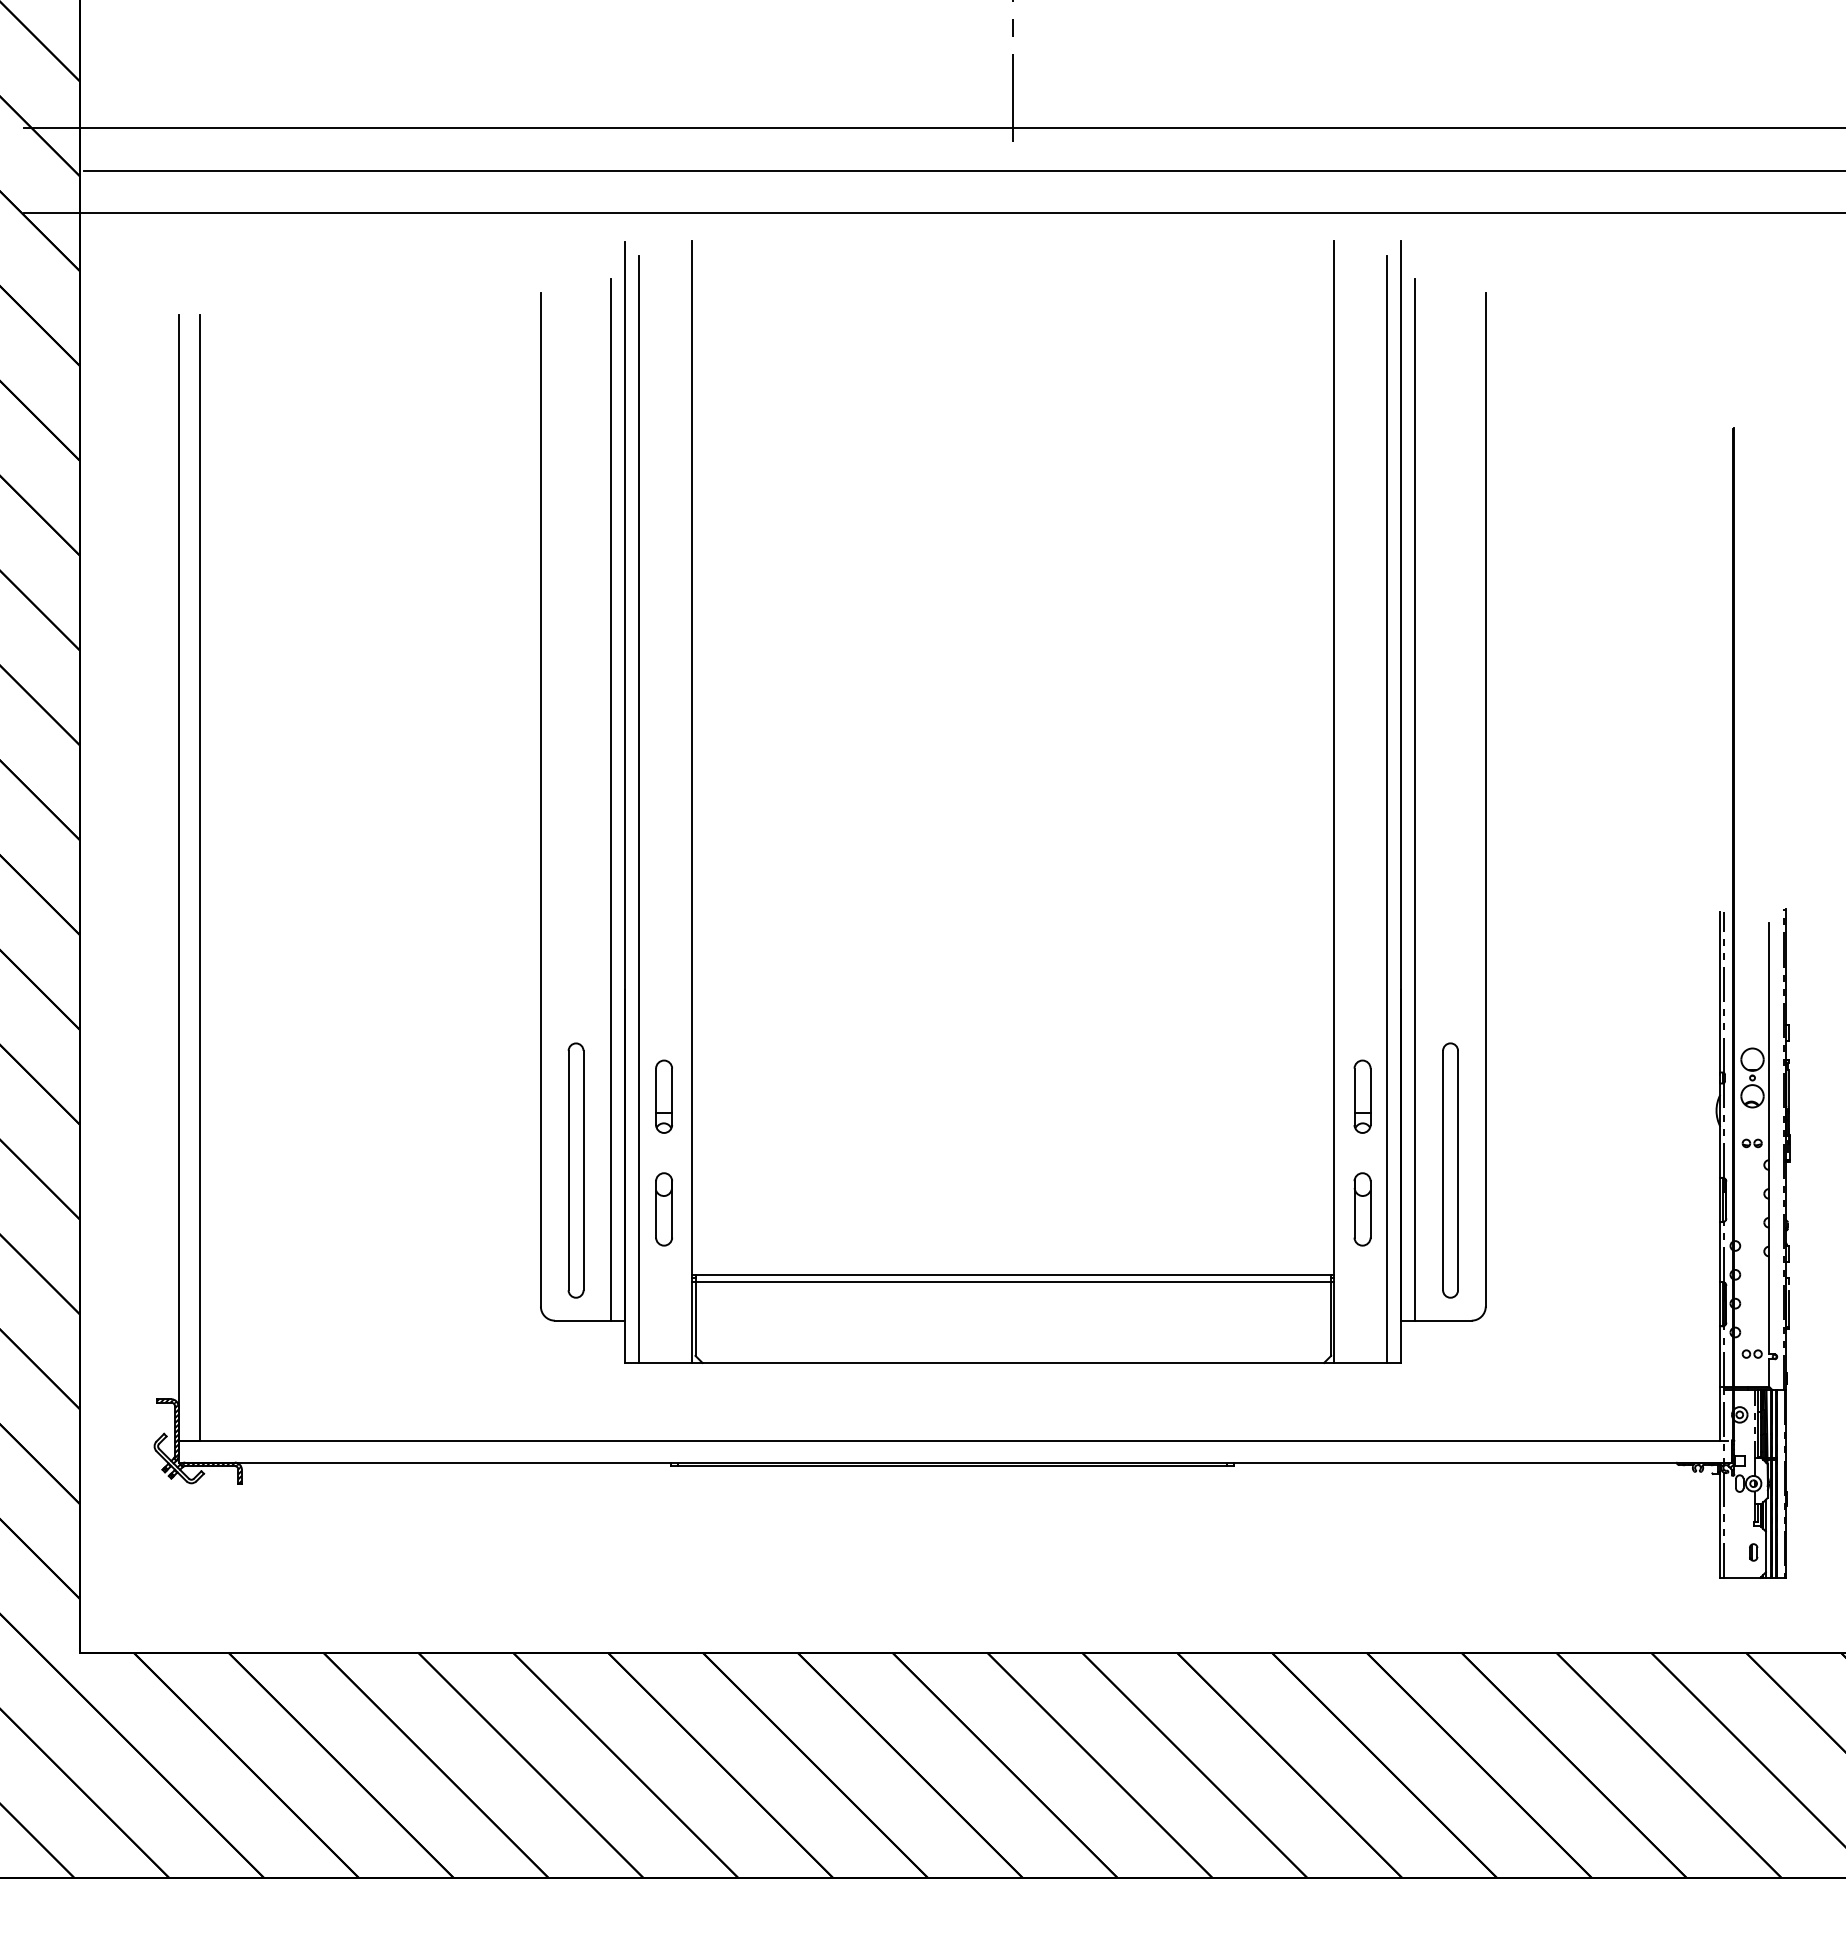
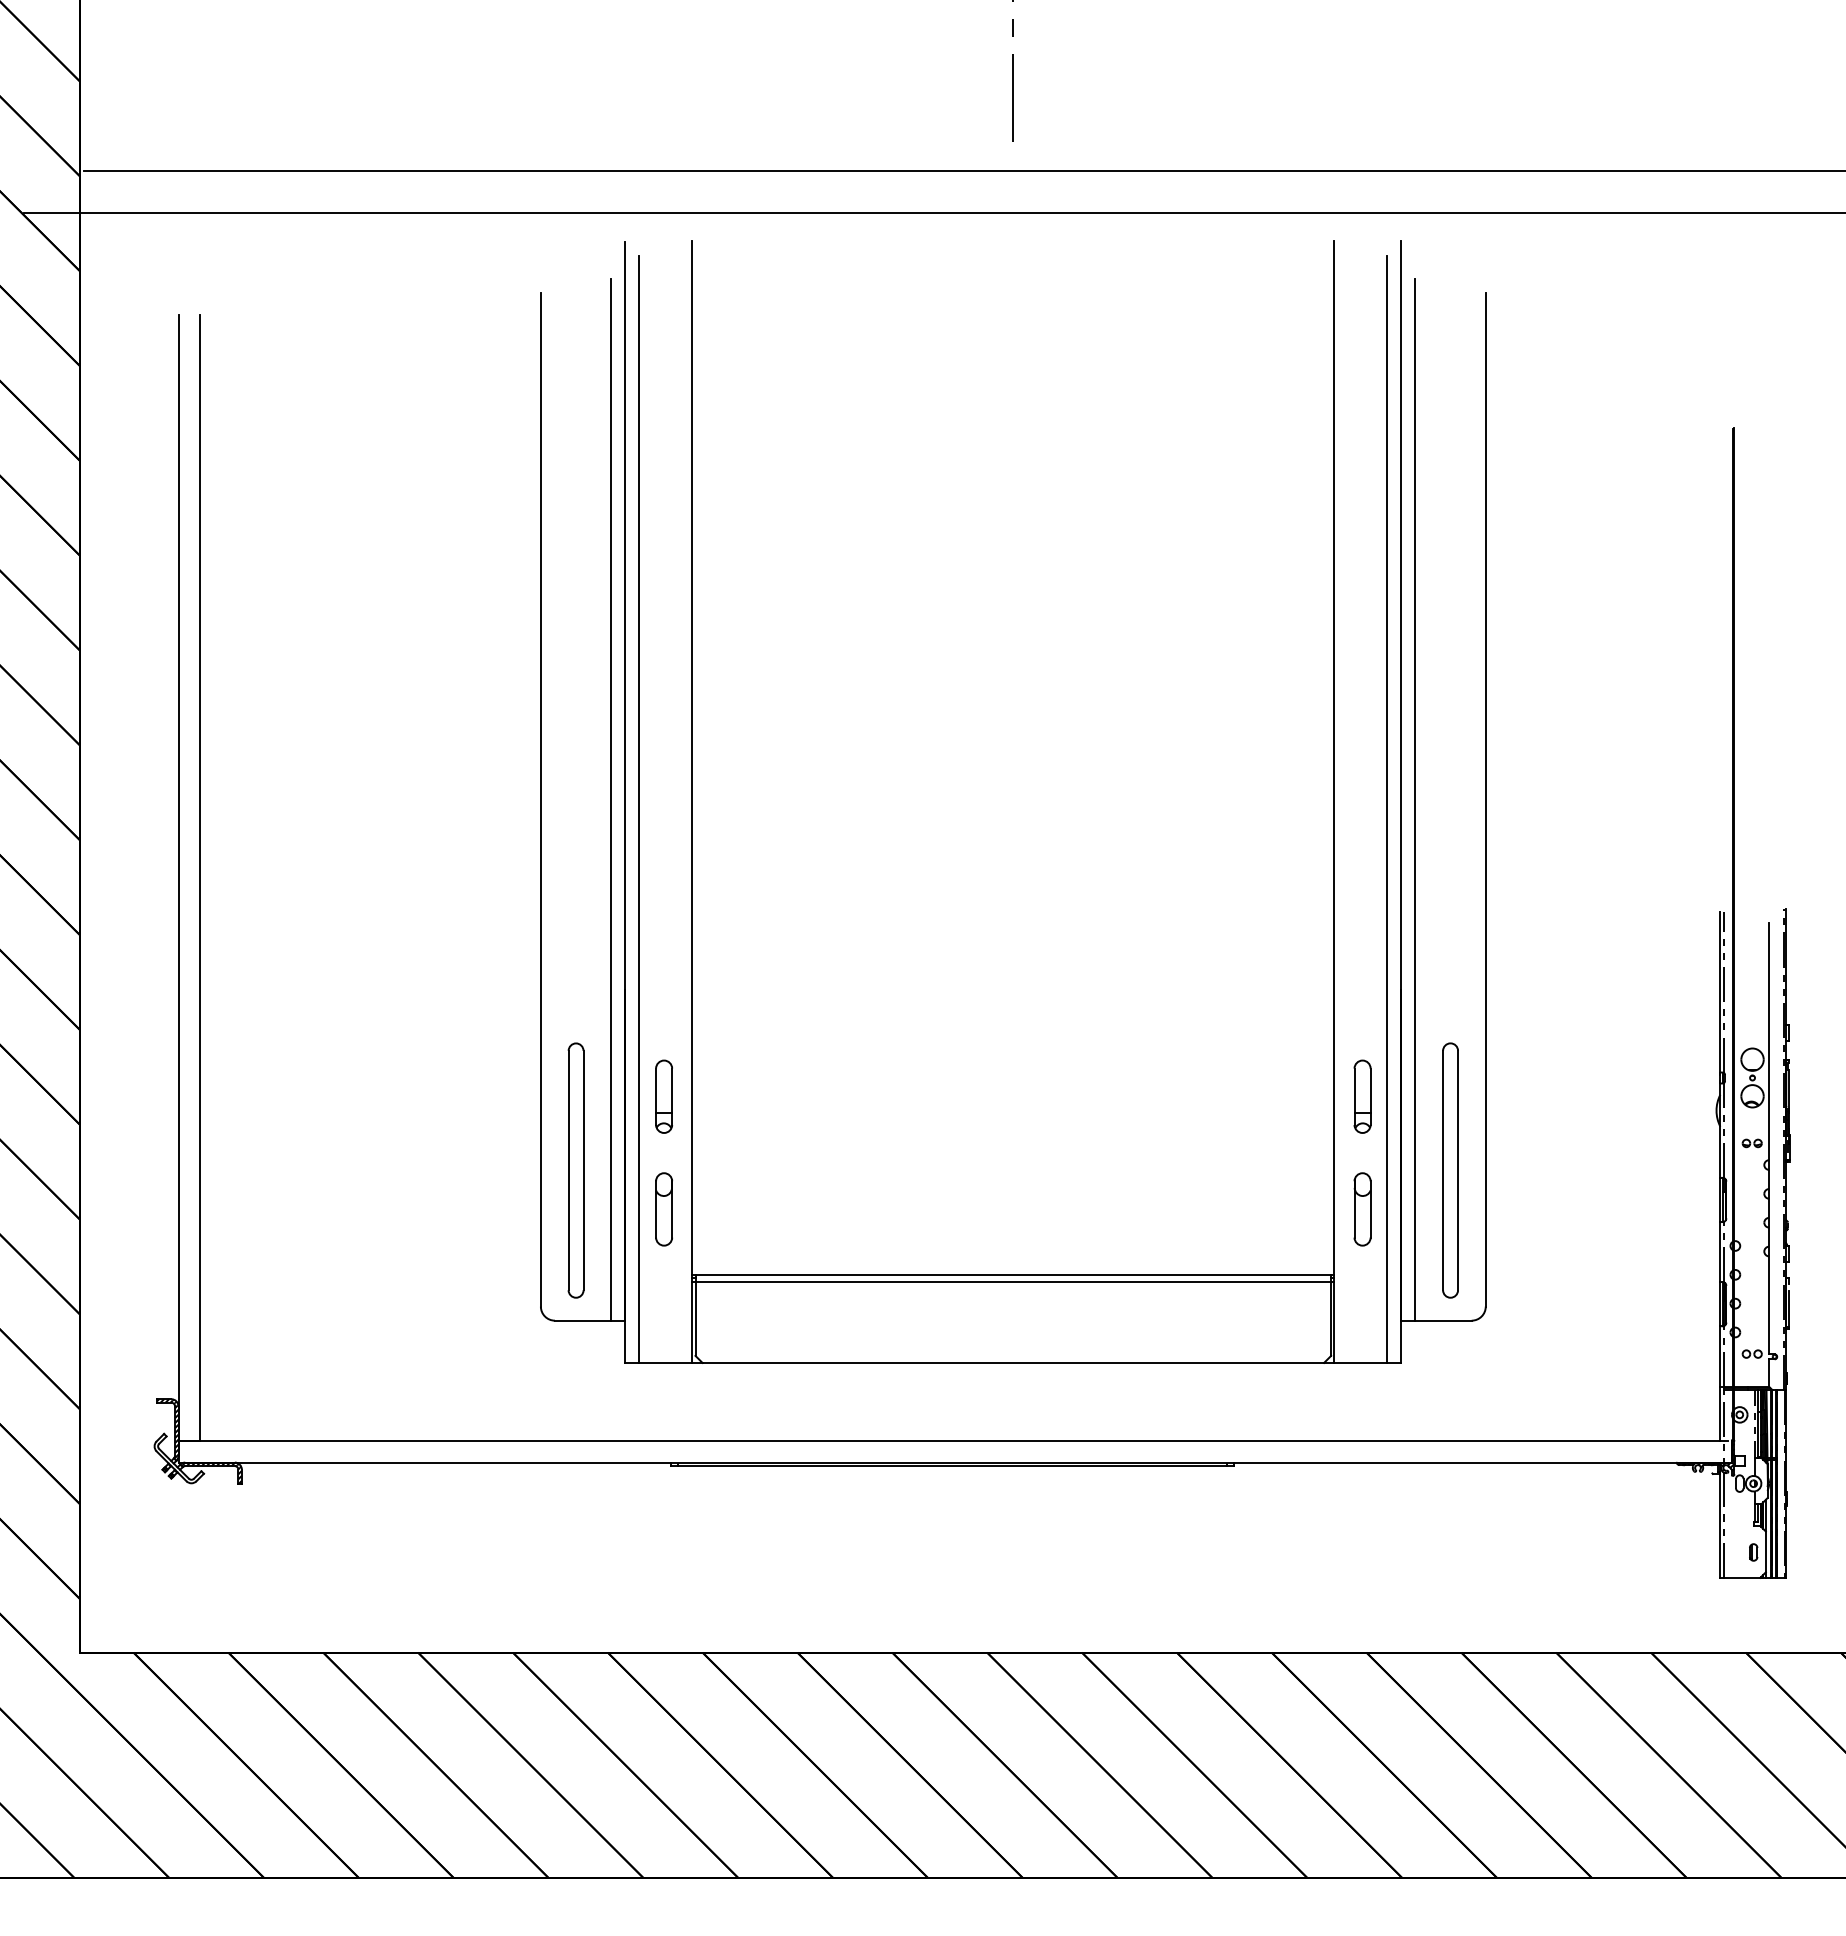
line at (932, 128): present -> none
